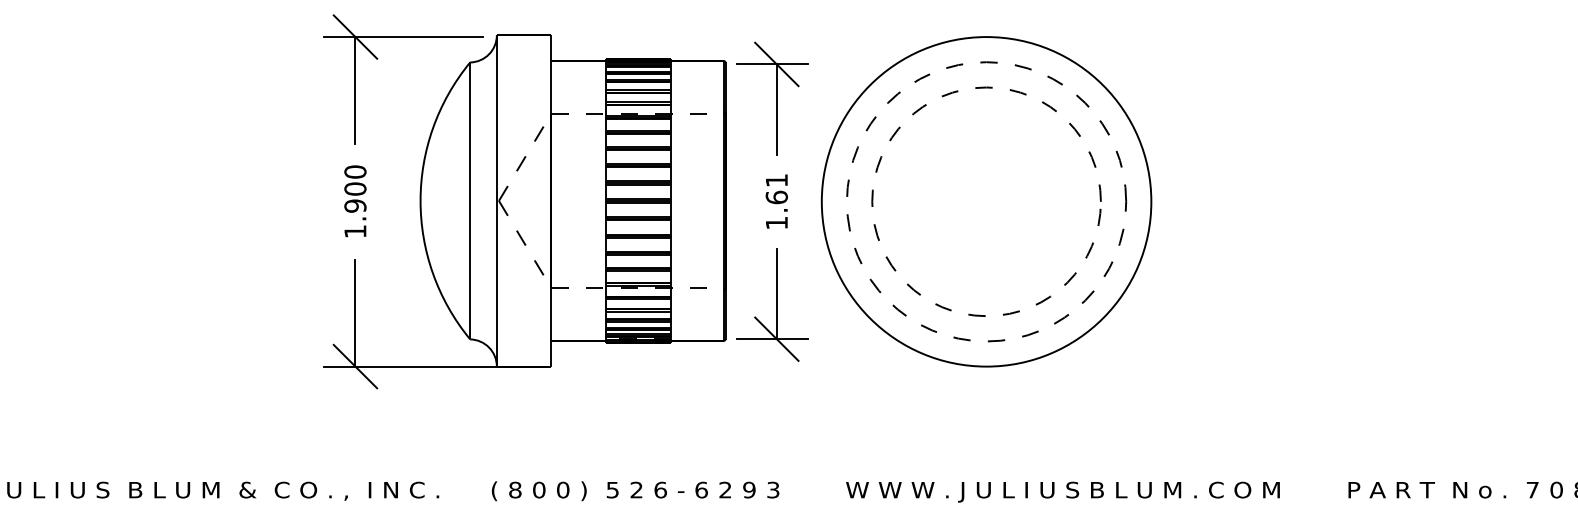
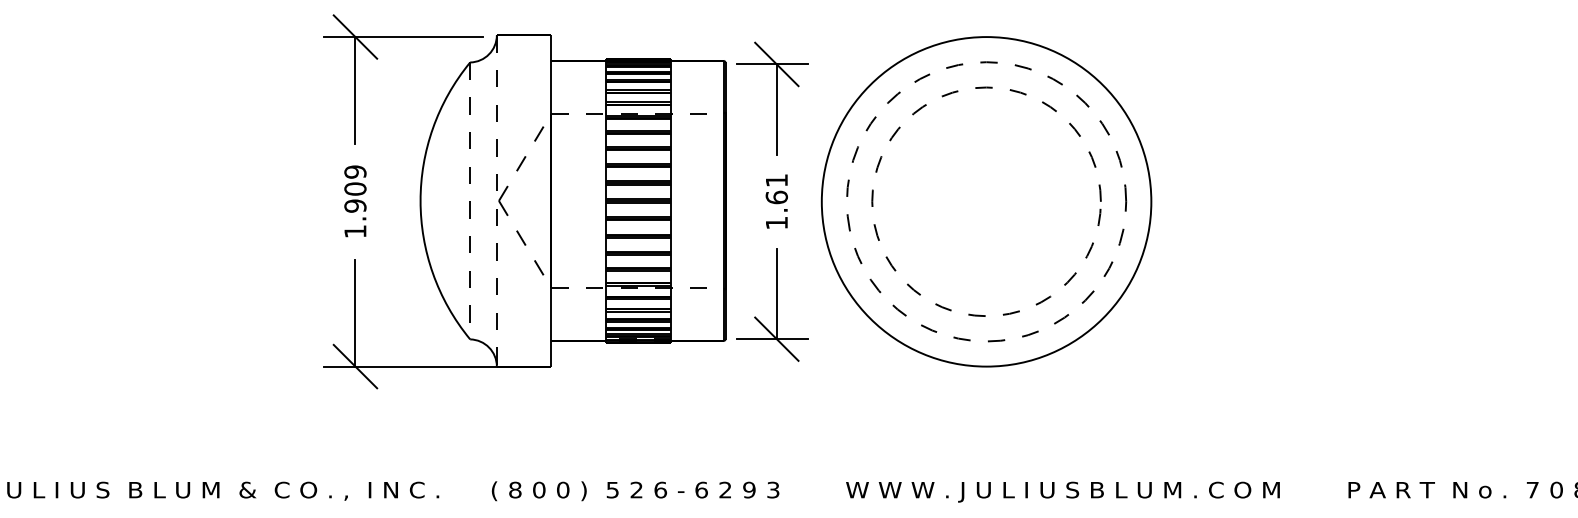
text at (355, 171): 1.900 -> 1.909
line at (496, 200): solid -> dashed
line at (470, 201): solid -> dashed
